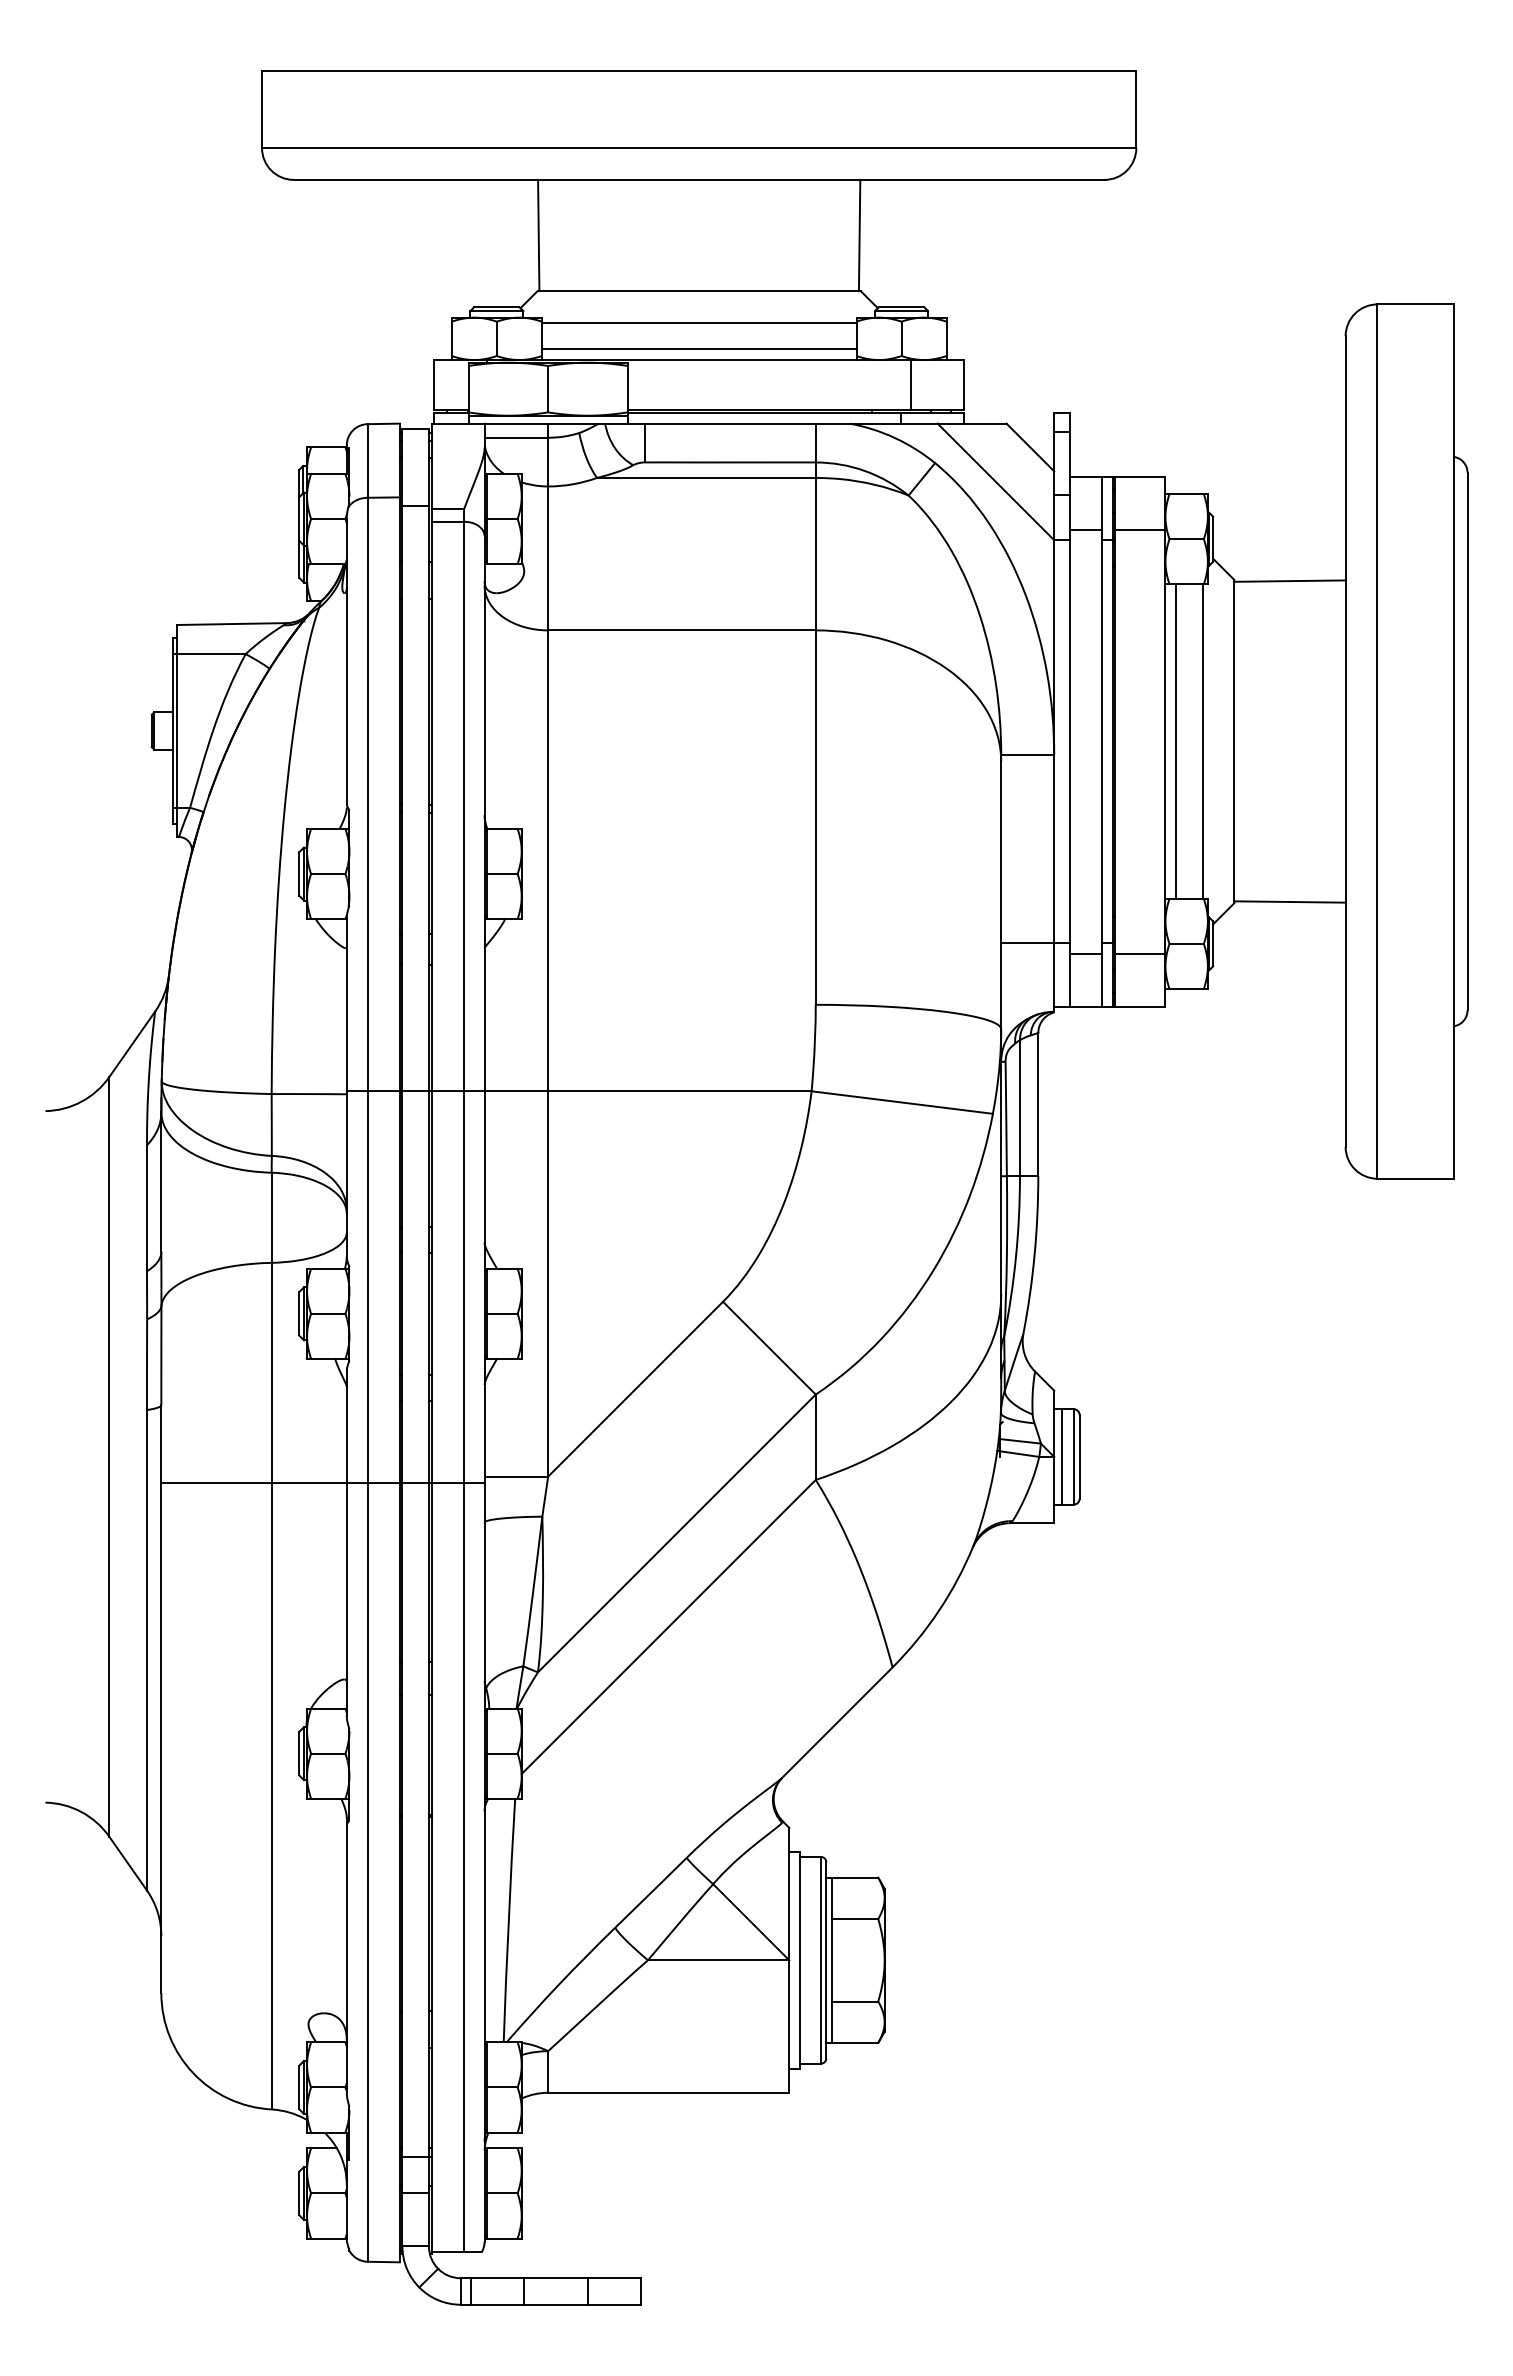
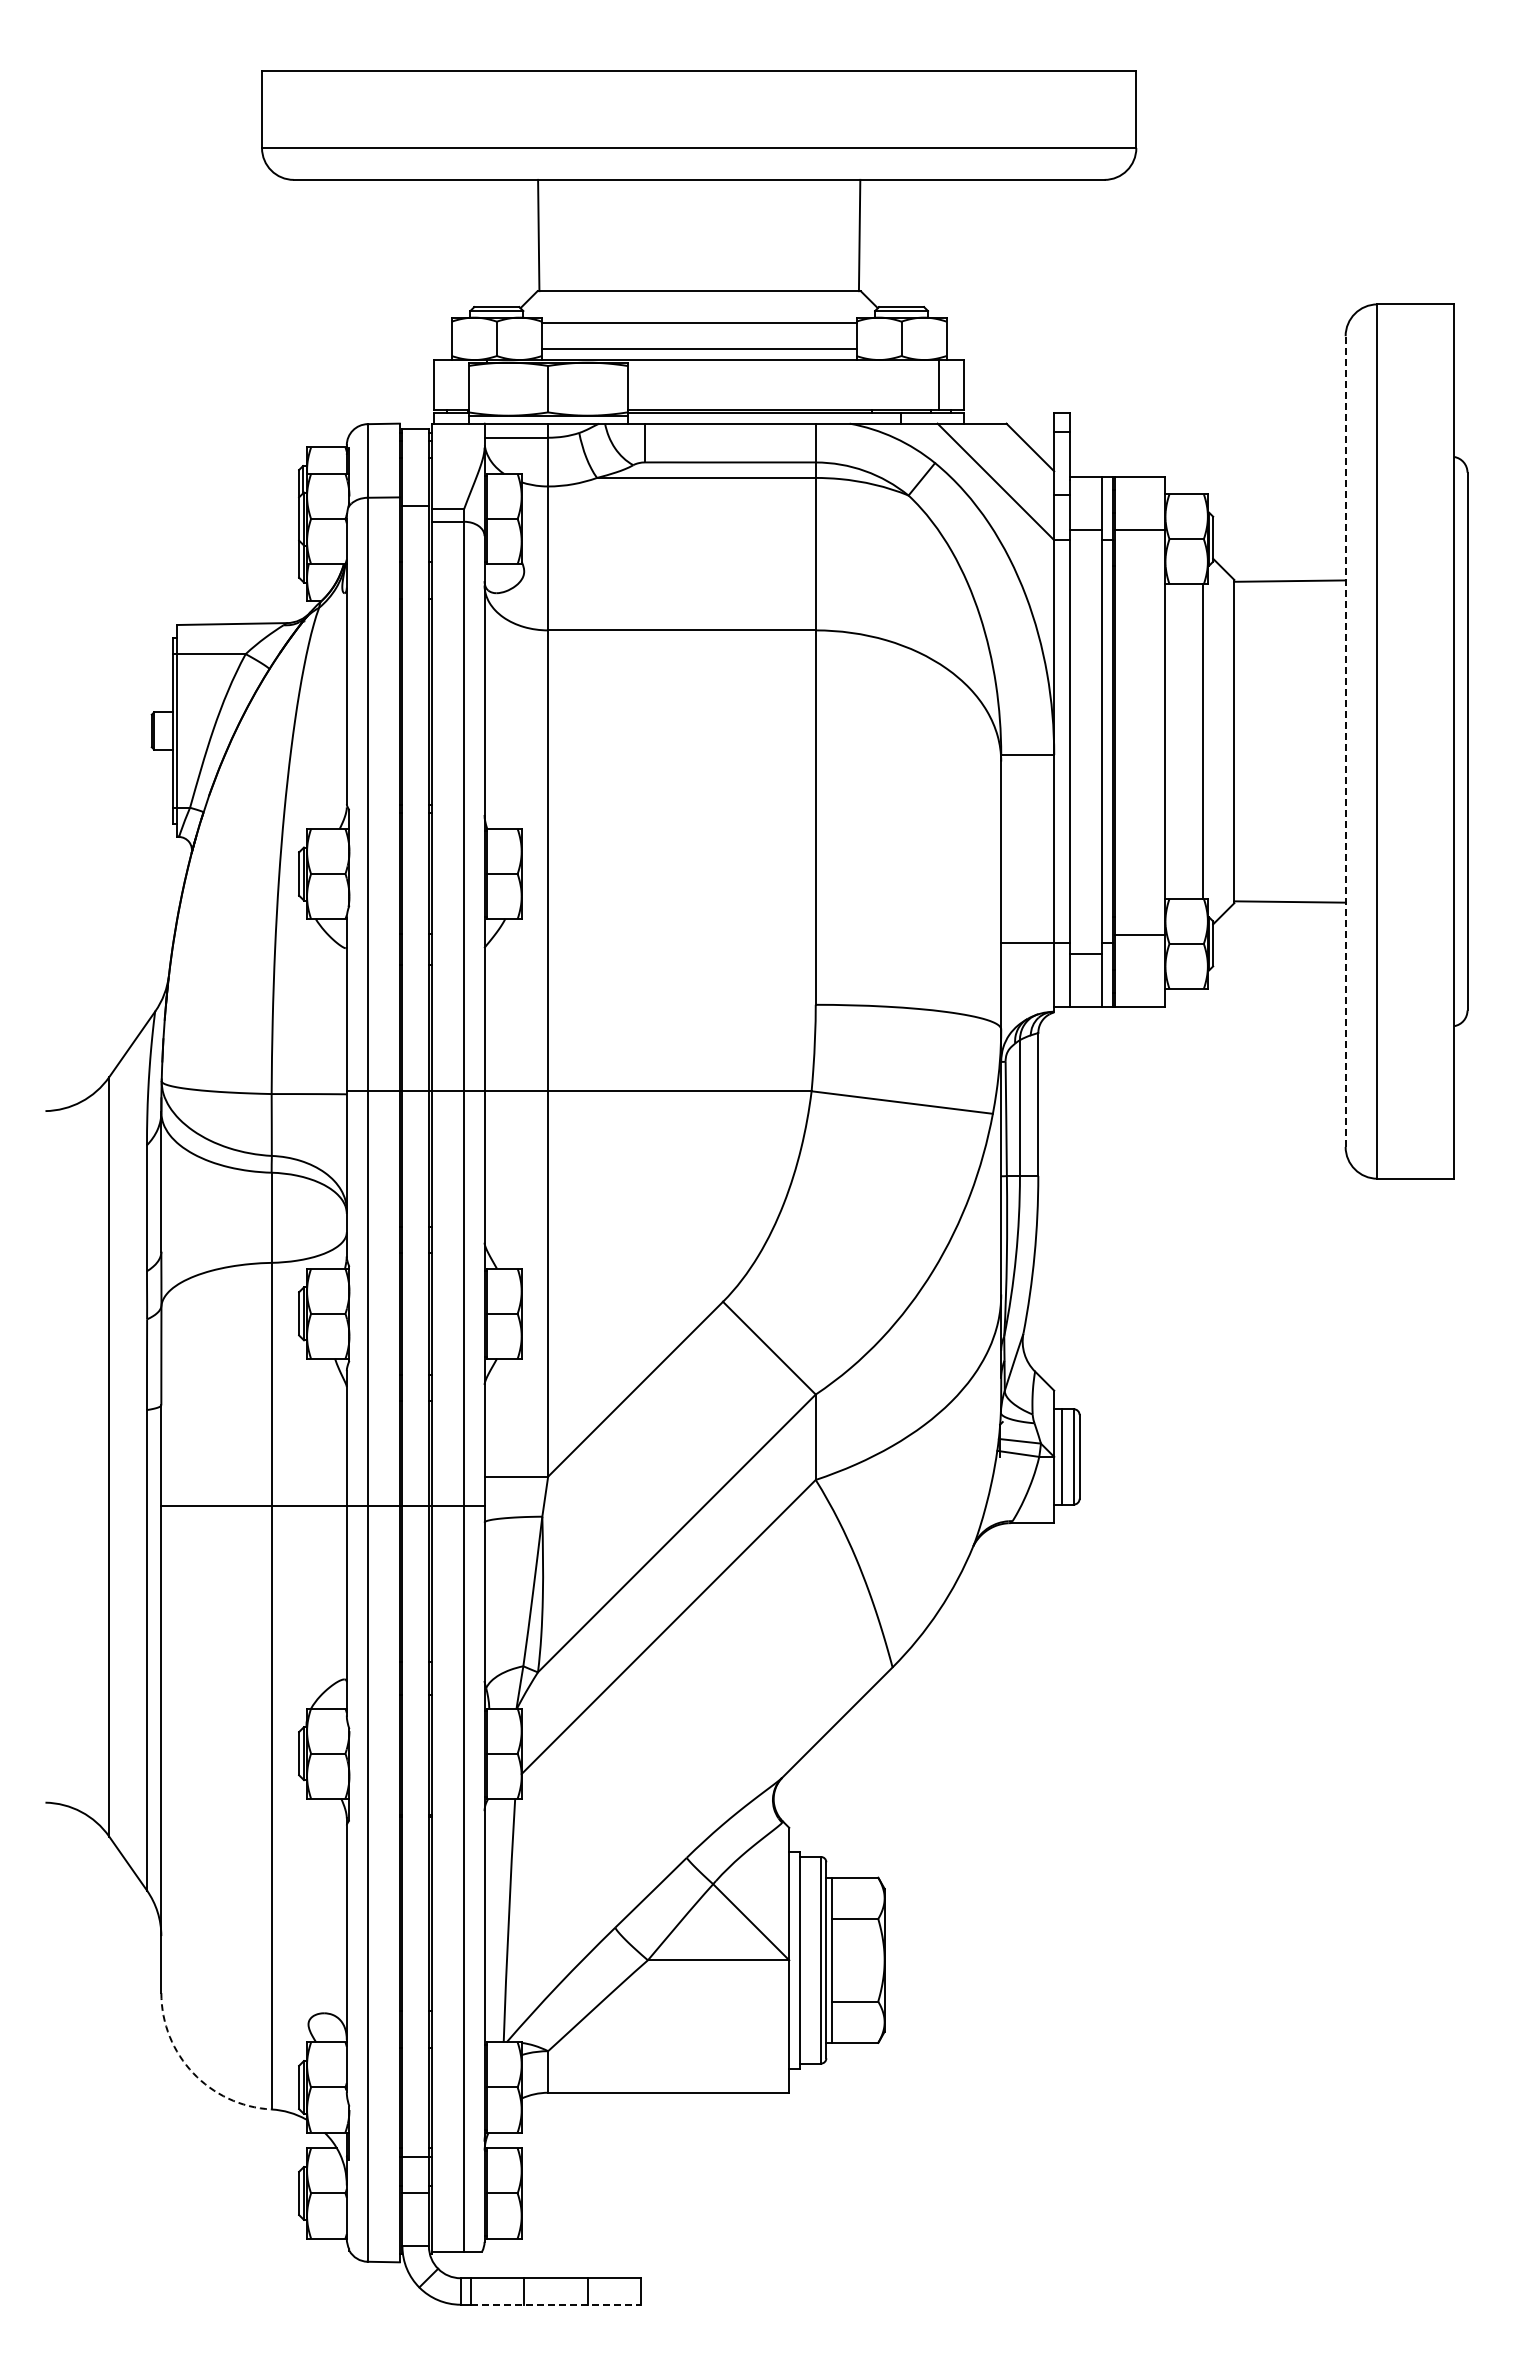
line at (911, 385) position: (911, 385) -> (939, 385)
line at (1176, 741): present -> none
line at (1345, 741): solid -> dashed
line at (1140, 953) position: (1140, 953) -> (1140, 934)
line at (322, 1483) position: (322, 1483) -> (322, 1506)
arc at (193, 2073): solid -> dashed
line at (556, 2304): solid -> dashed
